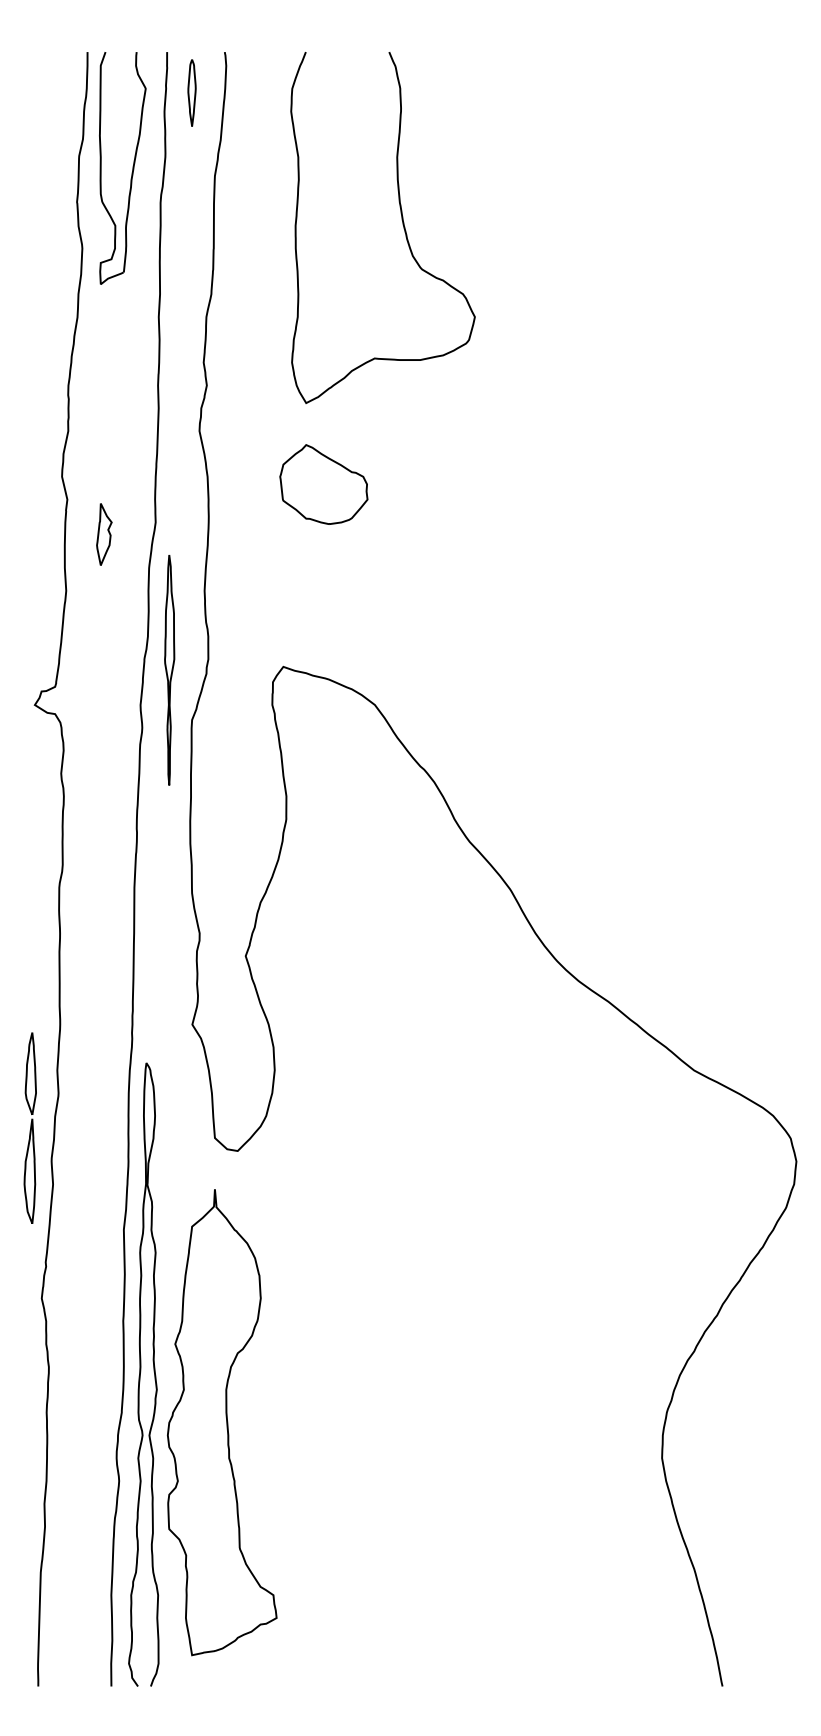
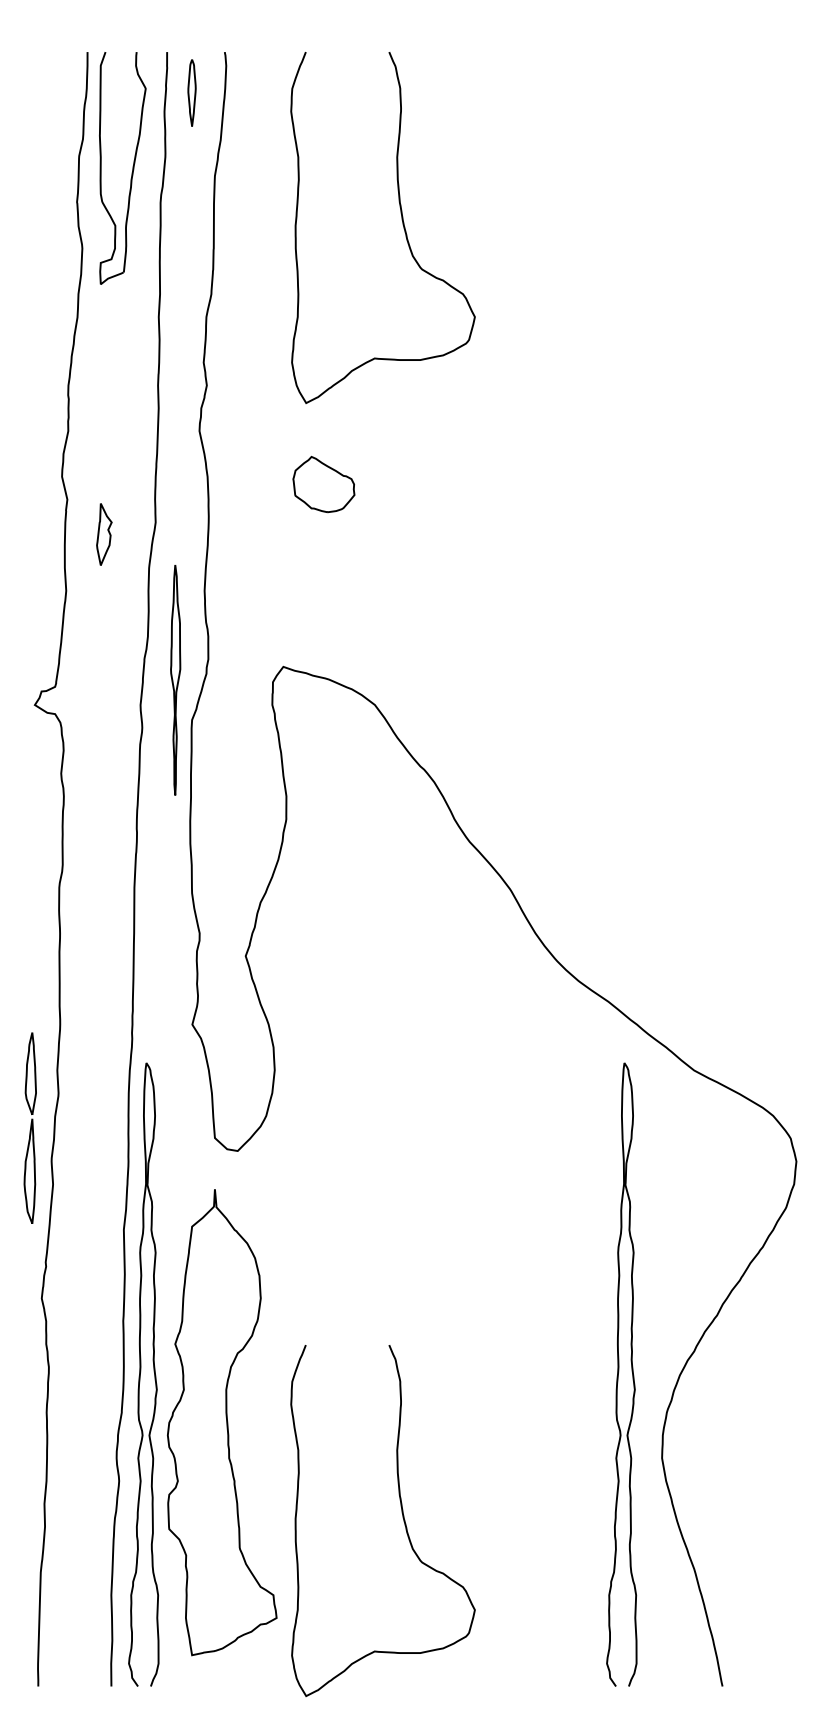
part at (323, 484) size: 90x81 px -> 64x58 px
part at (169, 670) position: (169, 670) -> (175, 680)
curve at (618, 1374): none -> present
curve at (402, 1517): none -> present
